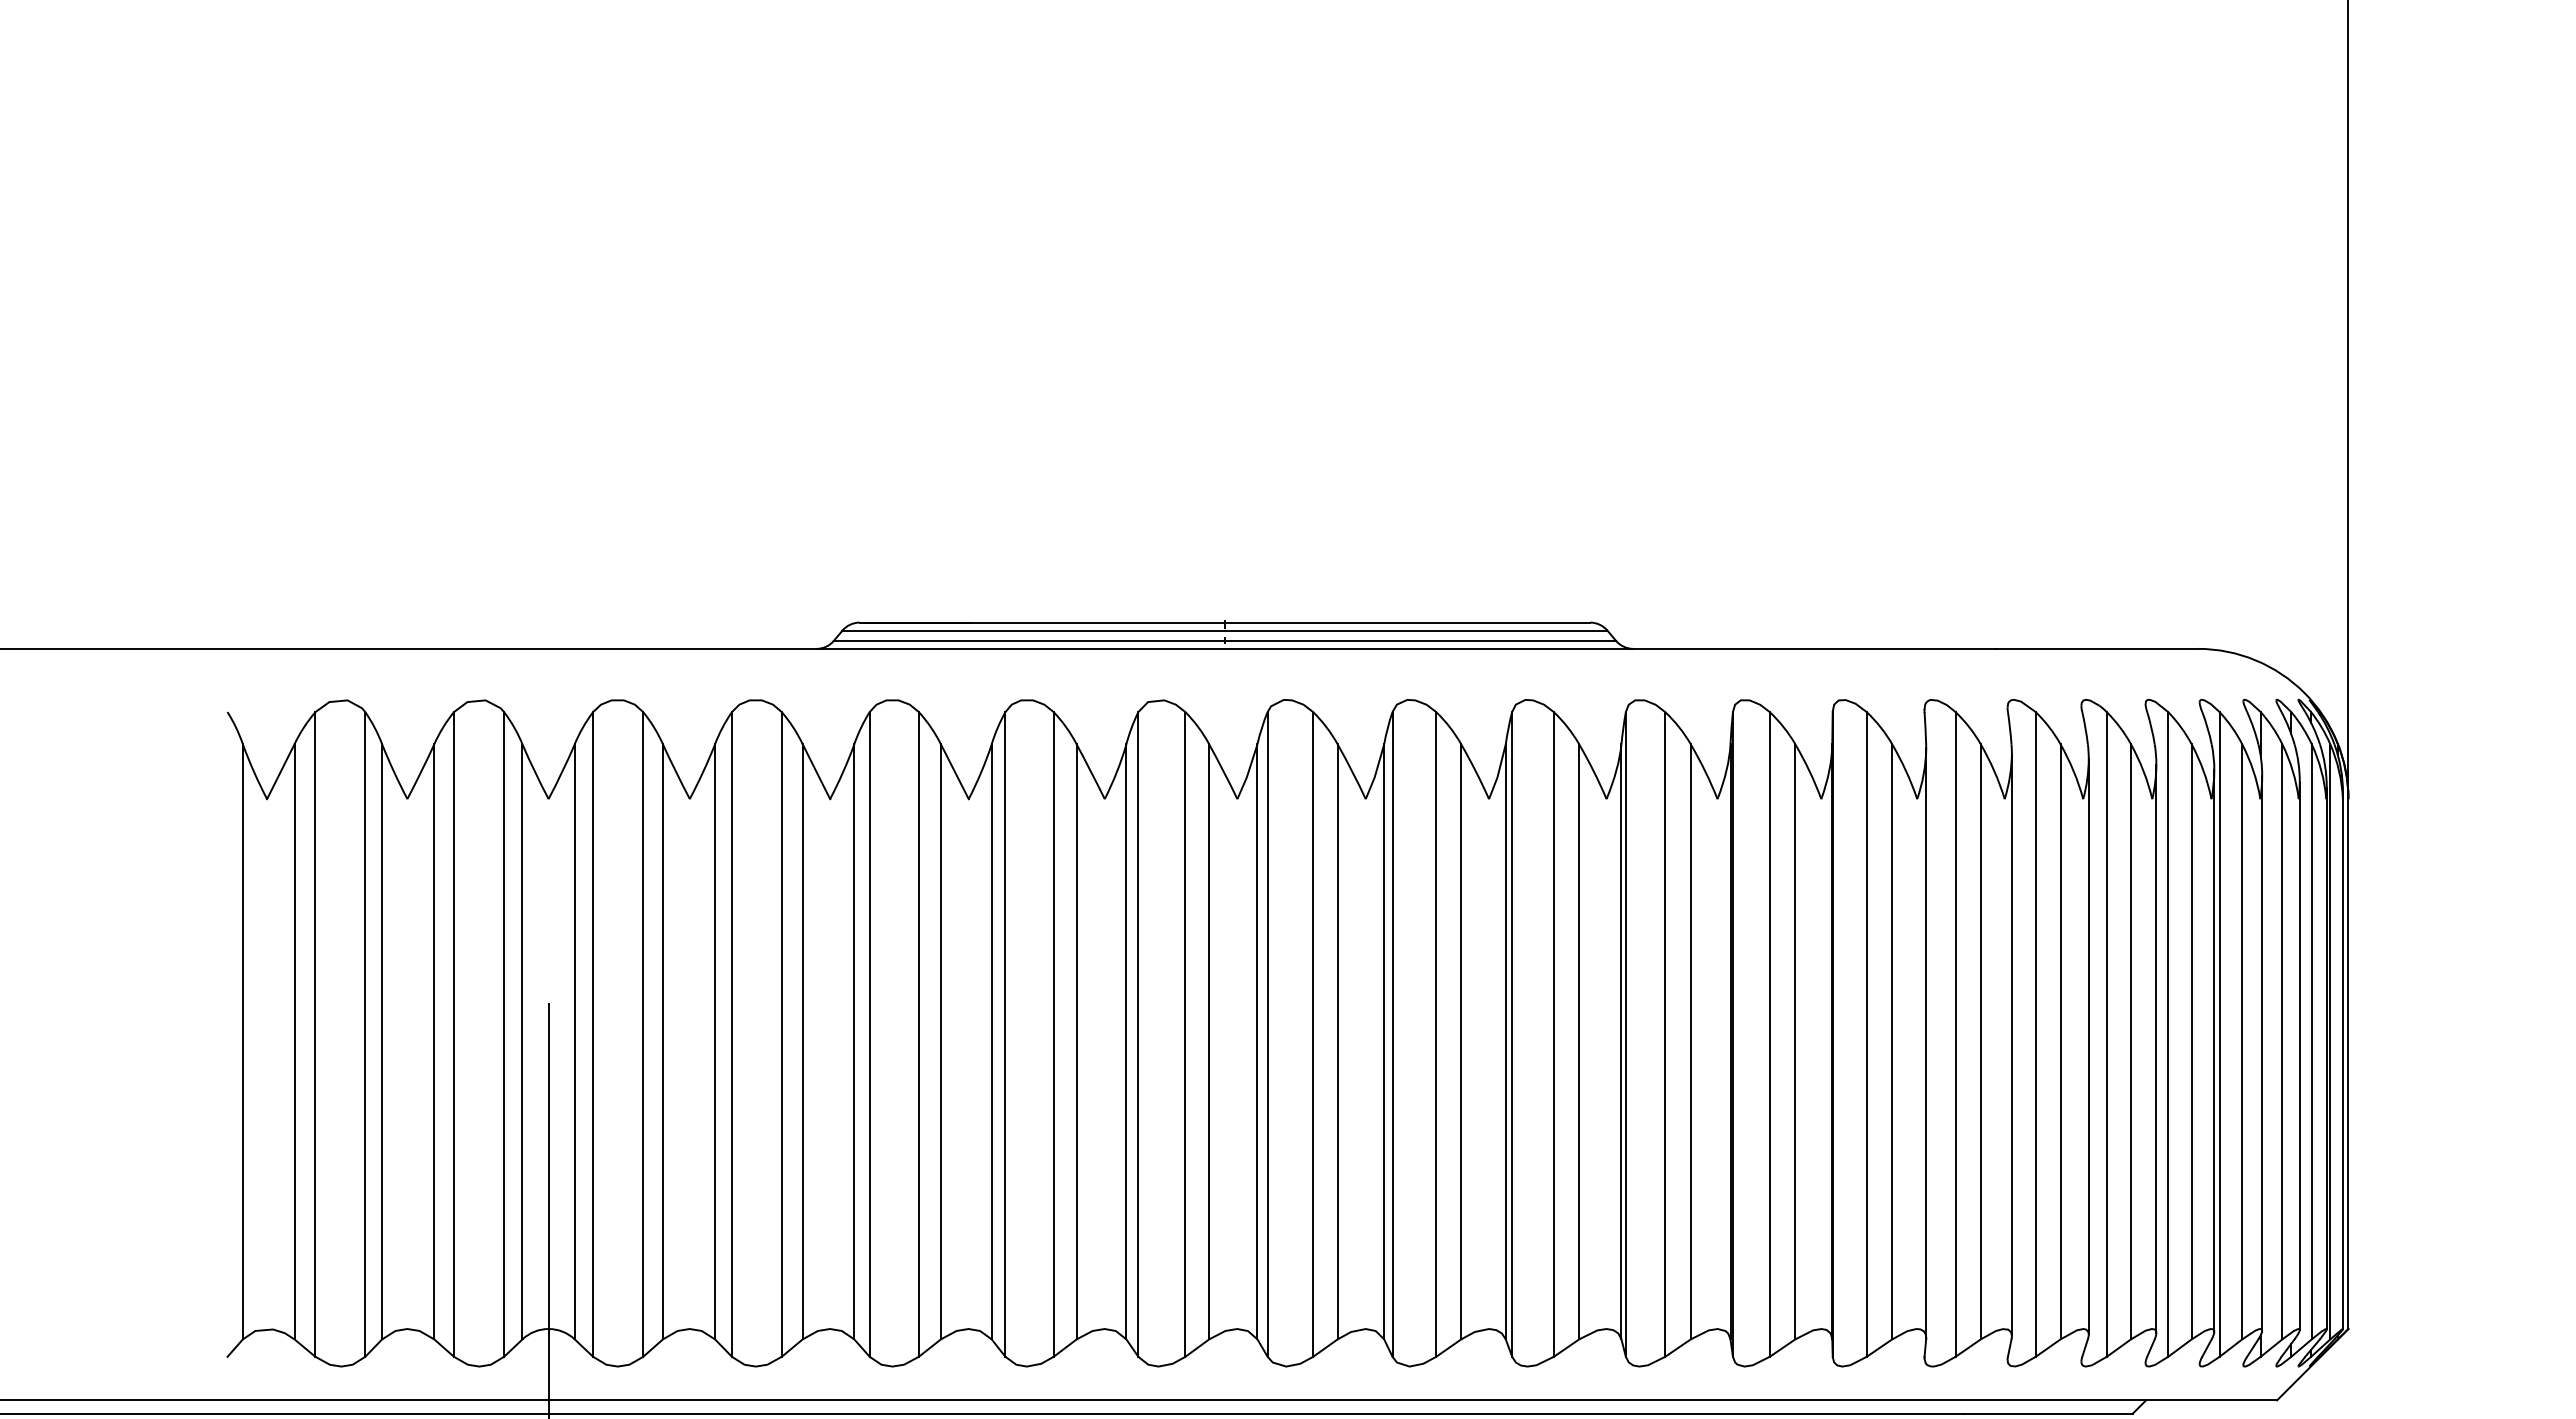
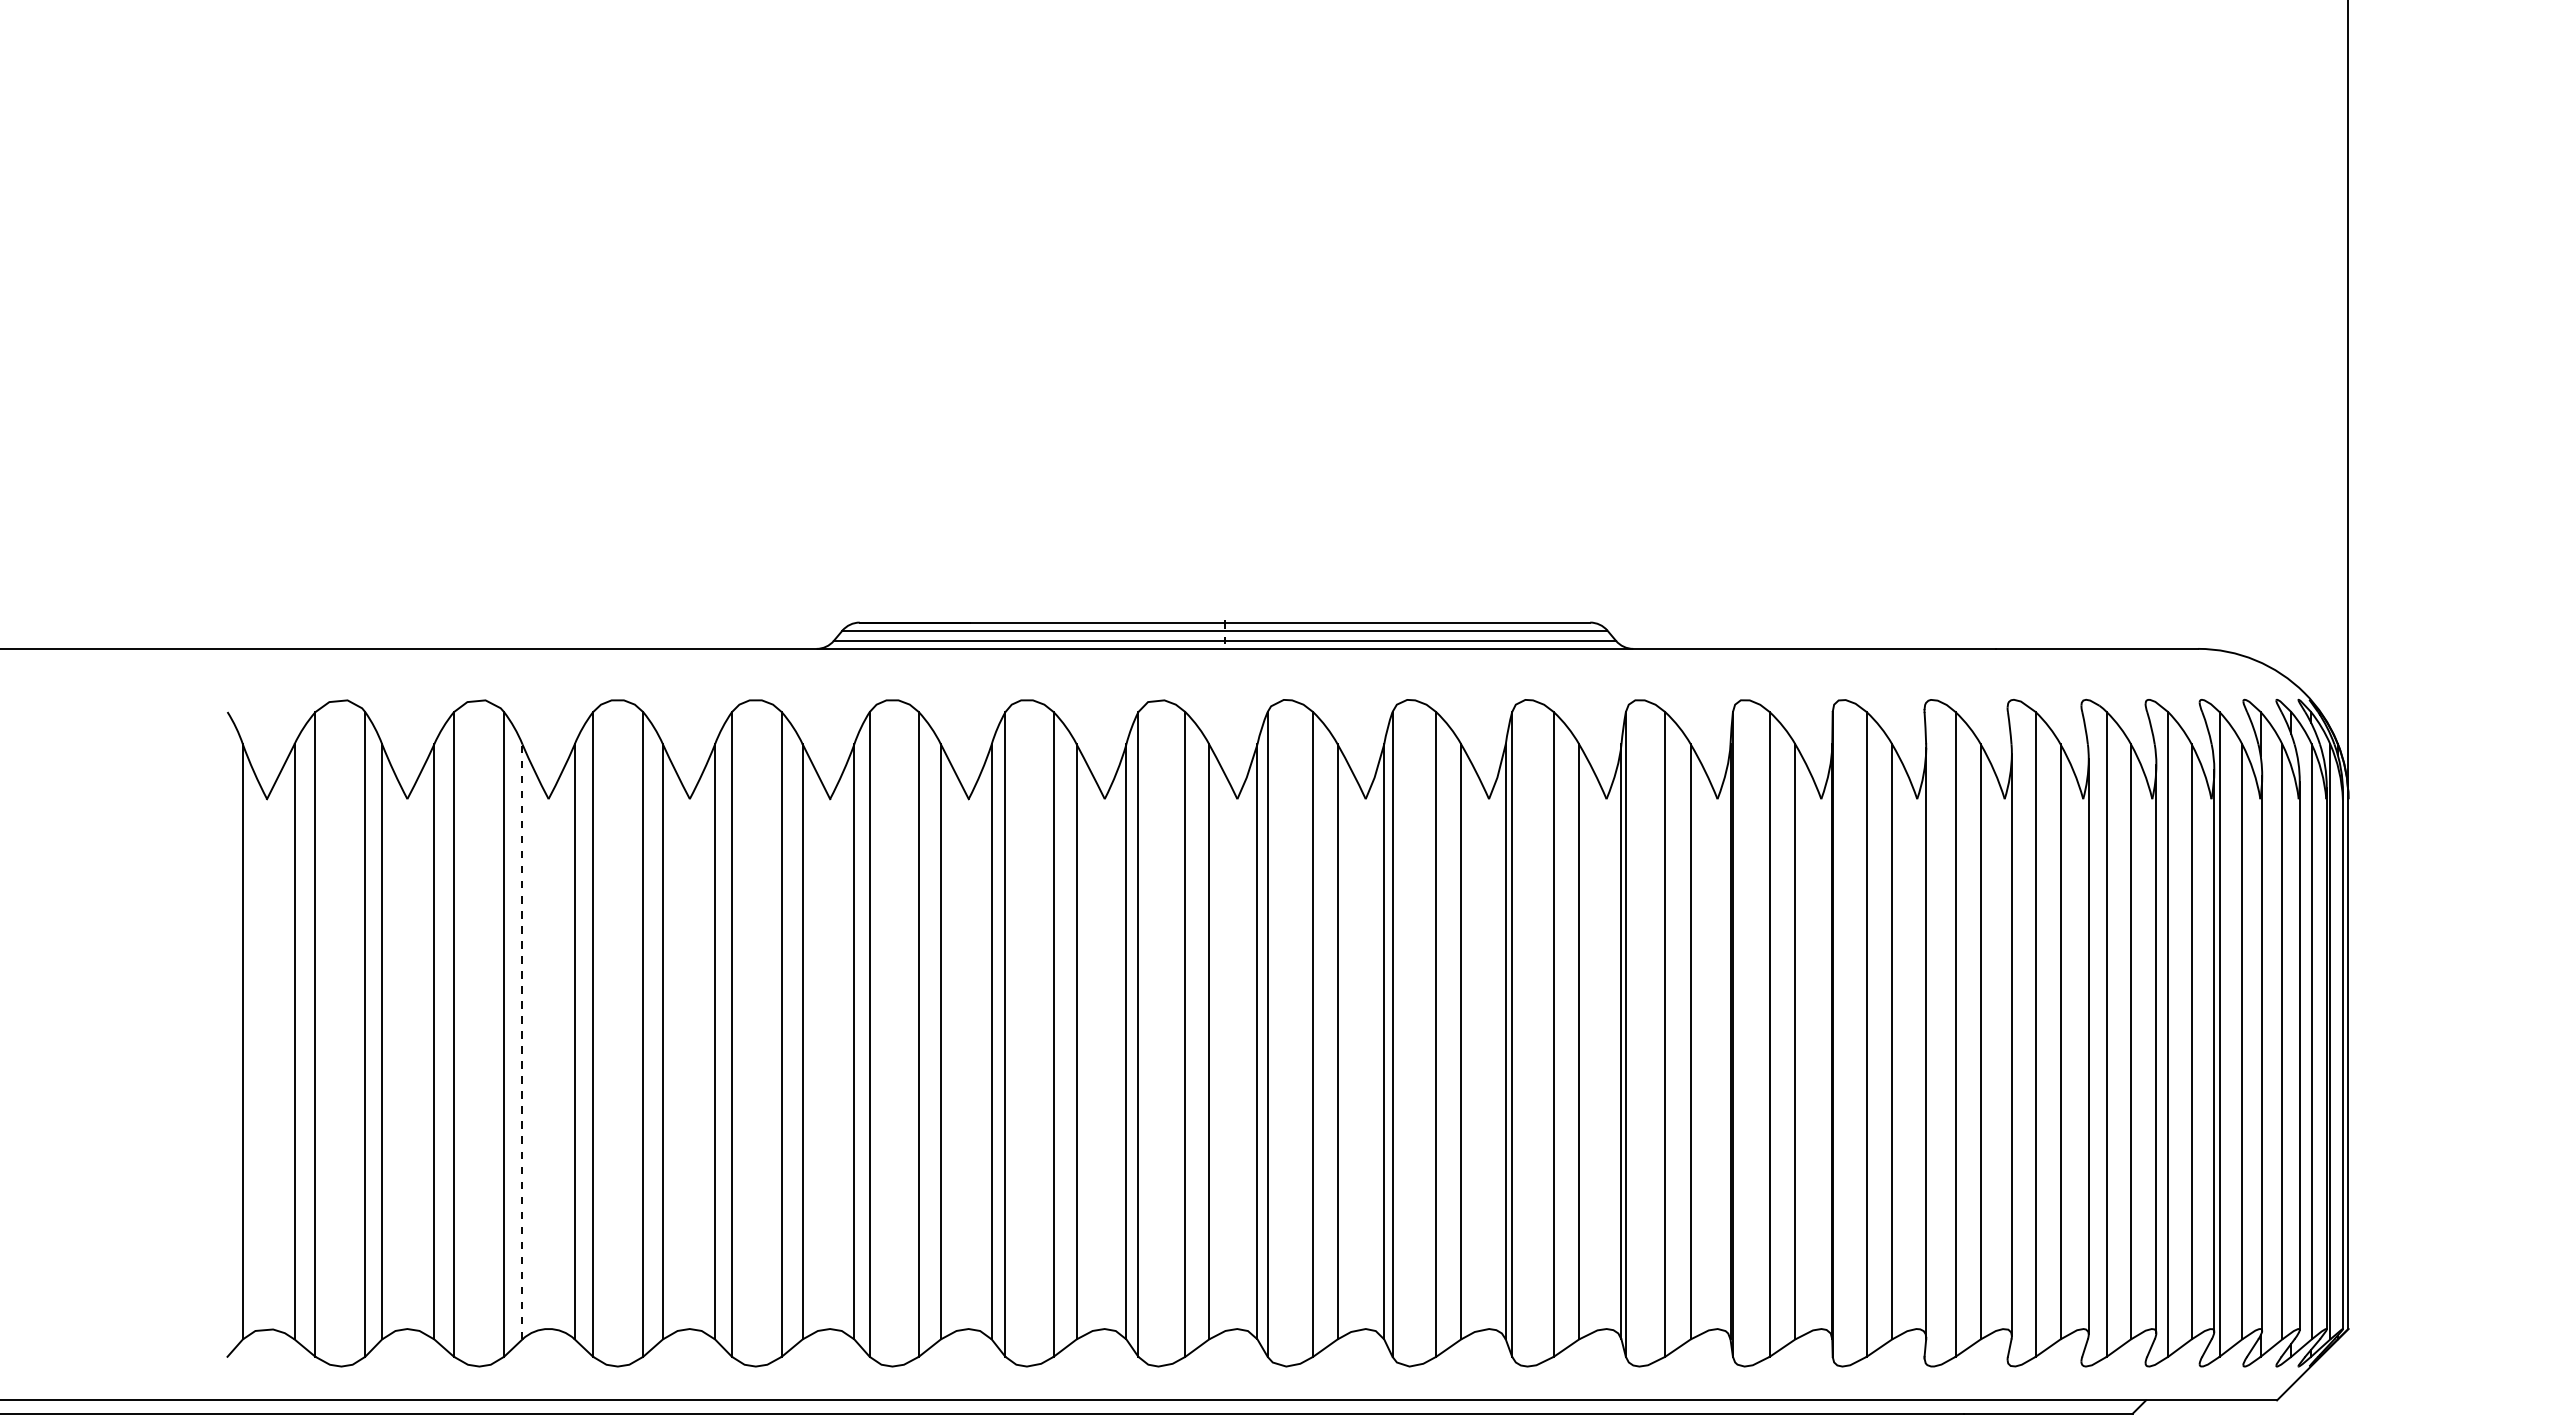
line at (522, 1041): solid -> dashed
line at (548, 1208): present -> none
